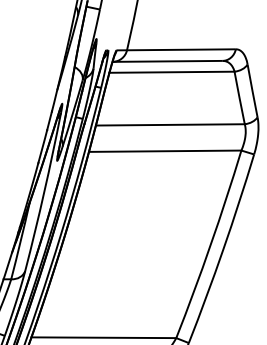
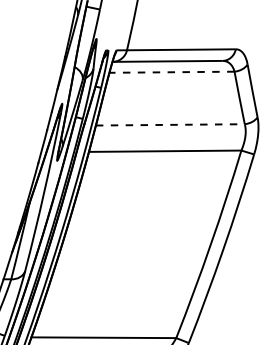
line at (171, 72): solid -> dashed
line at (170, 124): solid -> dashed
